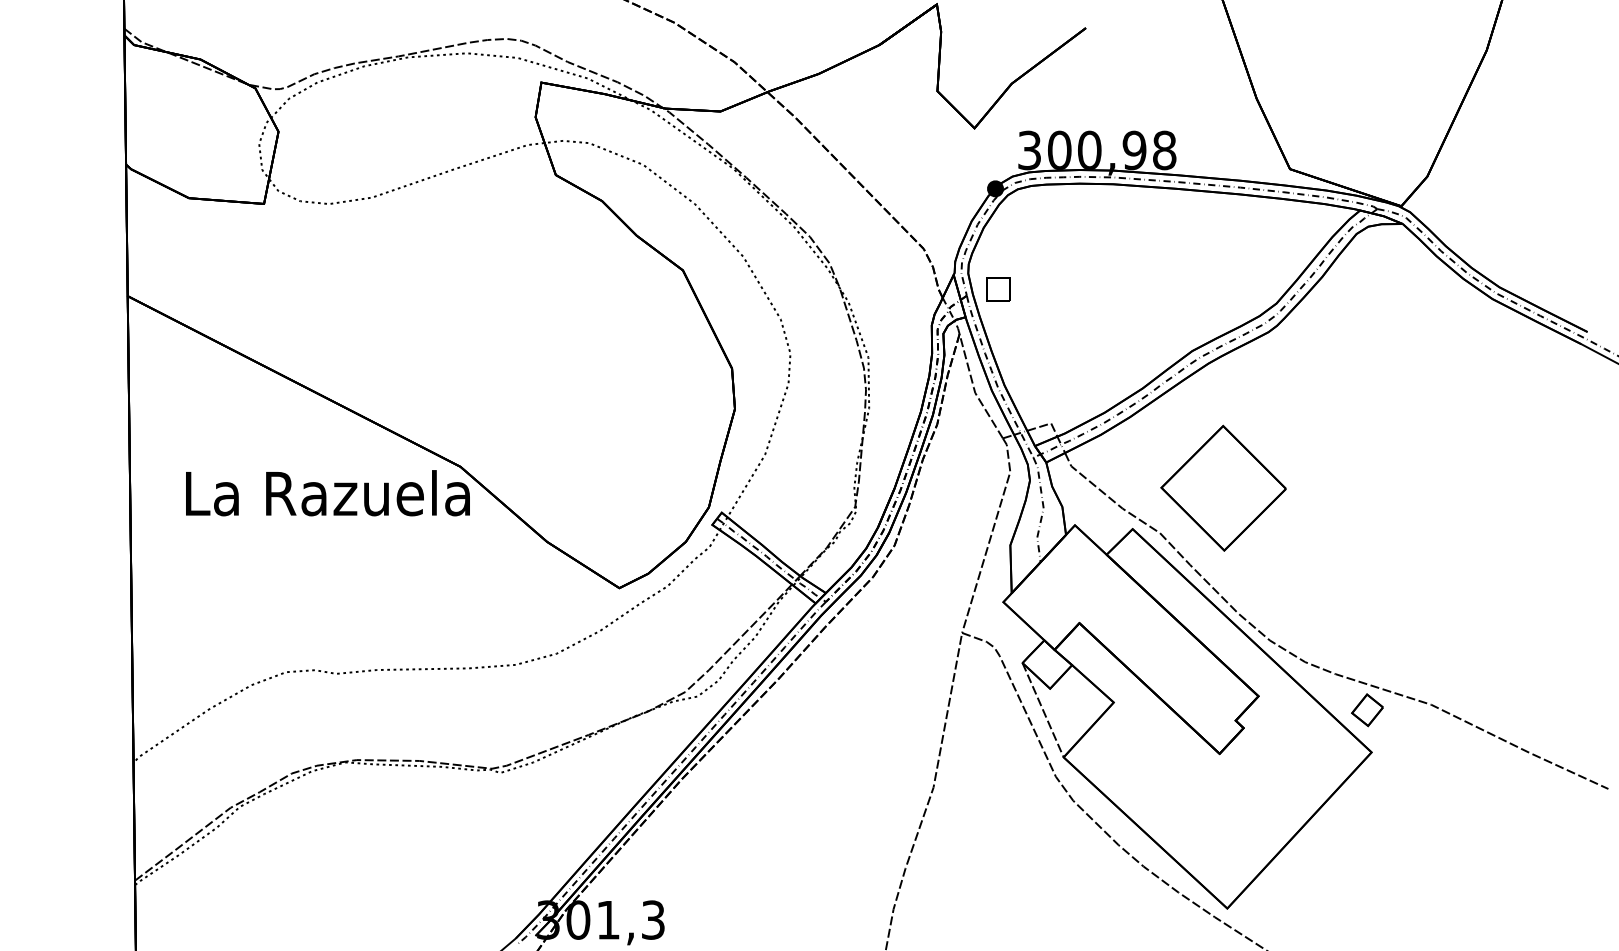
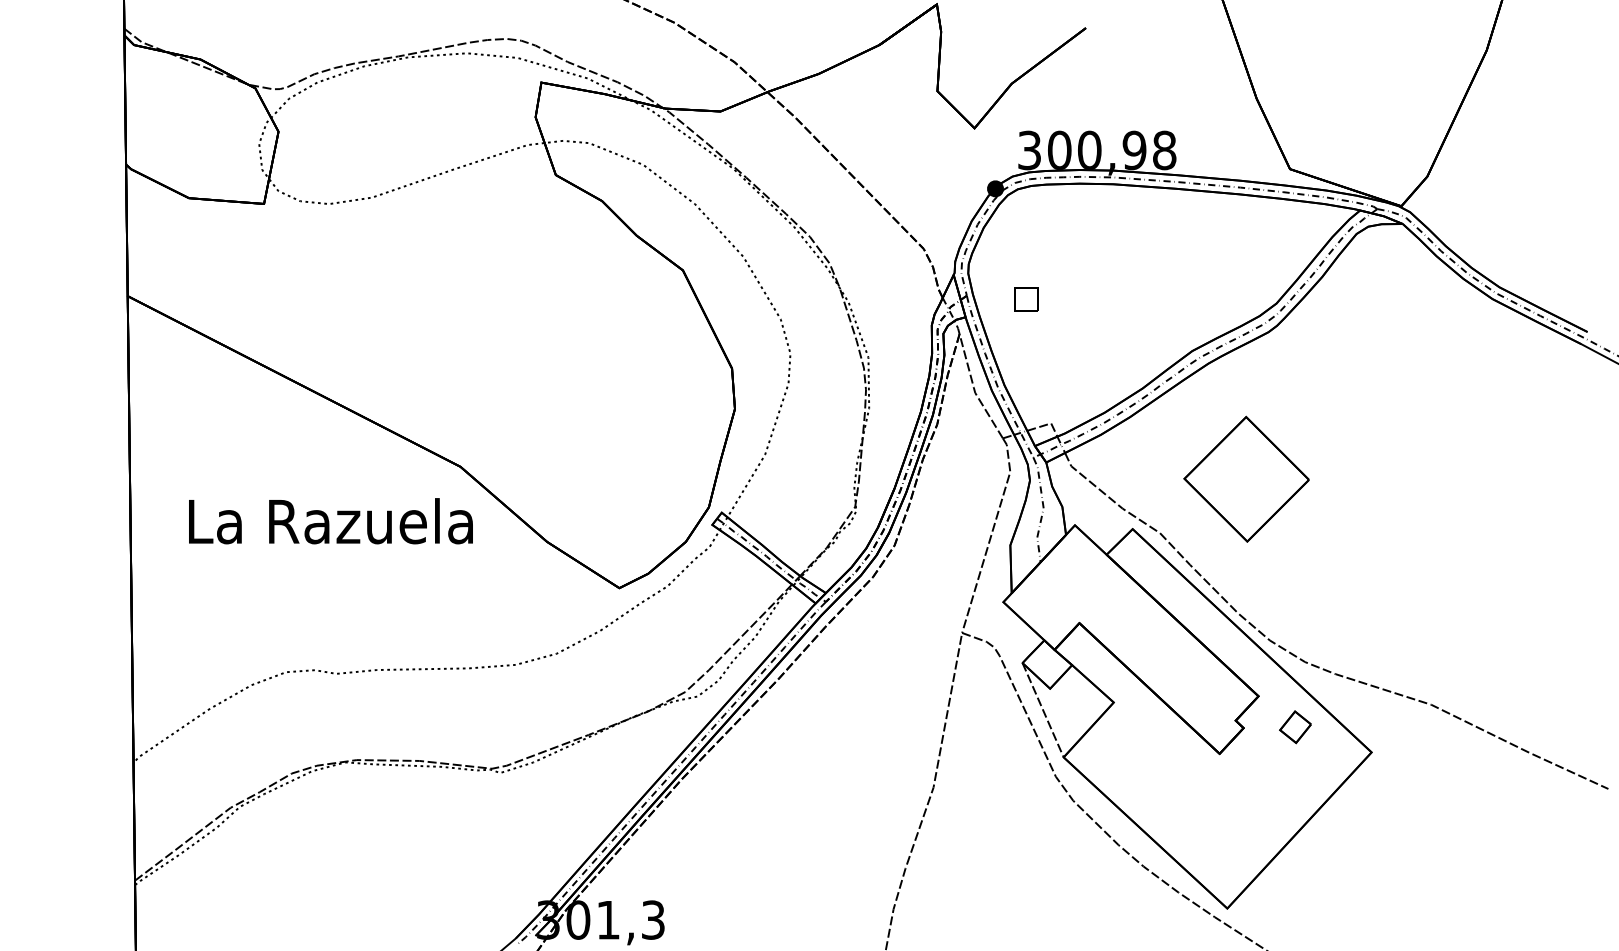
part at (998, 289) position: (998, 289) -> (1026, 299)
part at (1223, 487) position: (1223, 487) -> (1246, 478)
text at (327, 493) position: (327, 493) -> (330, 521)
part at (1367, 710) position: (1367, 710) -> (1295, 727)
